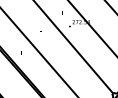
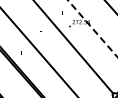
line at (93, 29): solid -> dashed
